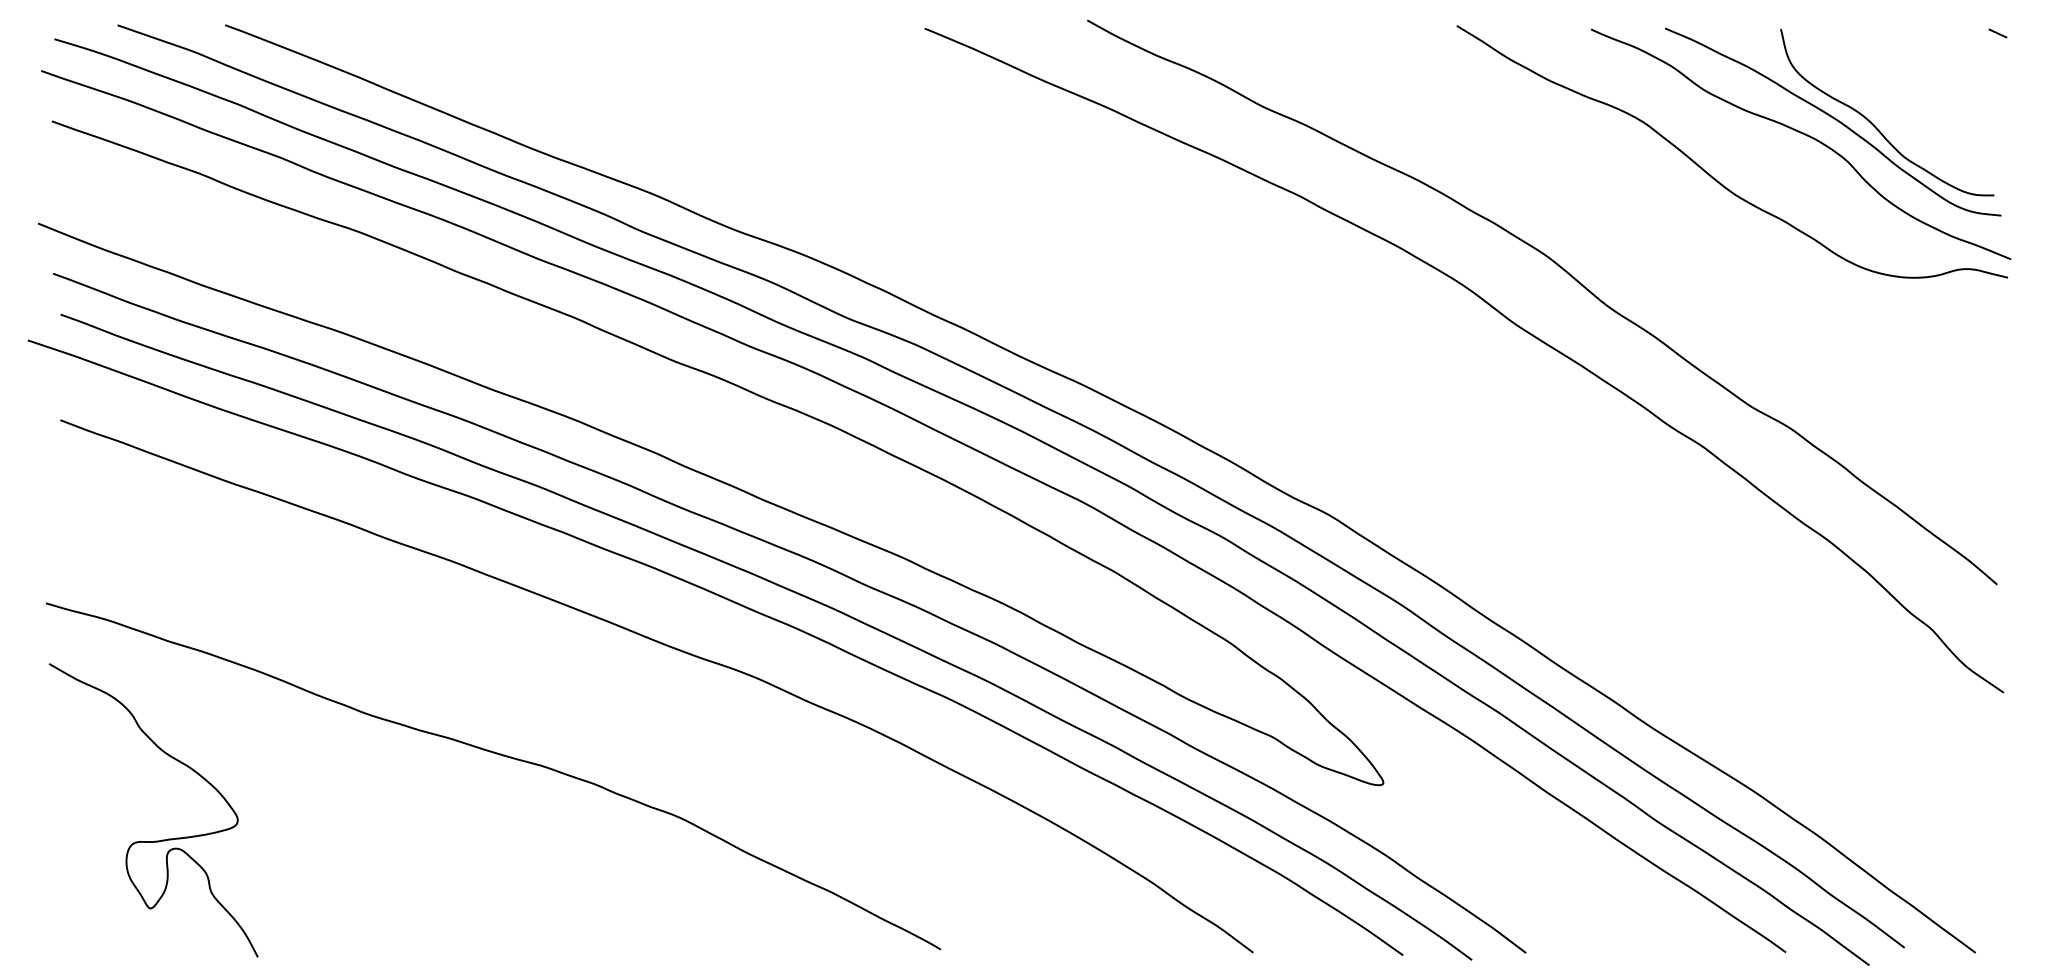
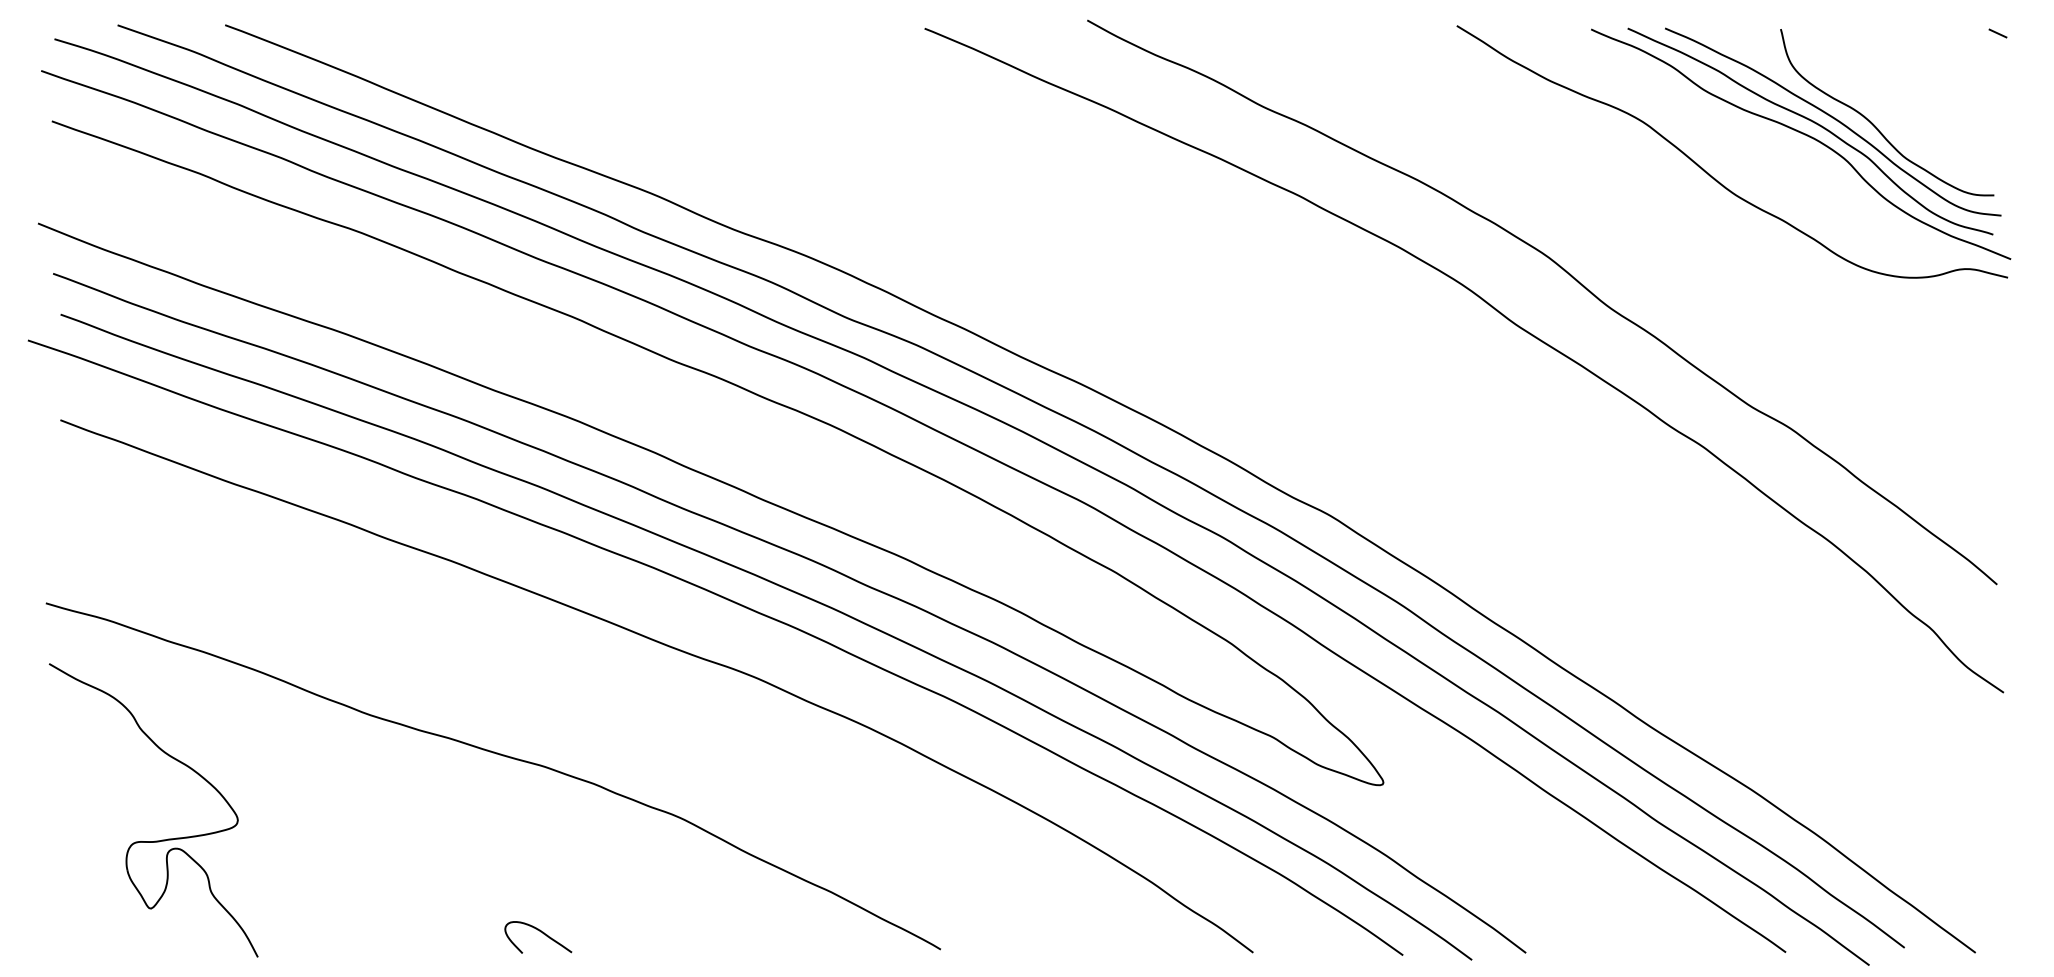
curve at (1814, 123): none -> present
curve at (540, 932): none -> present
